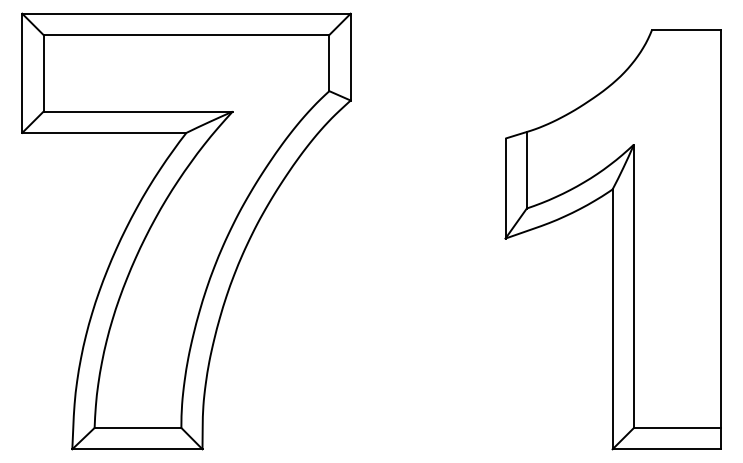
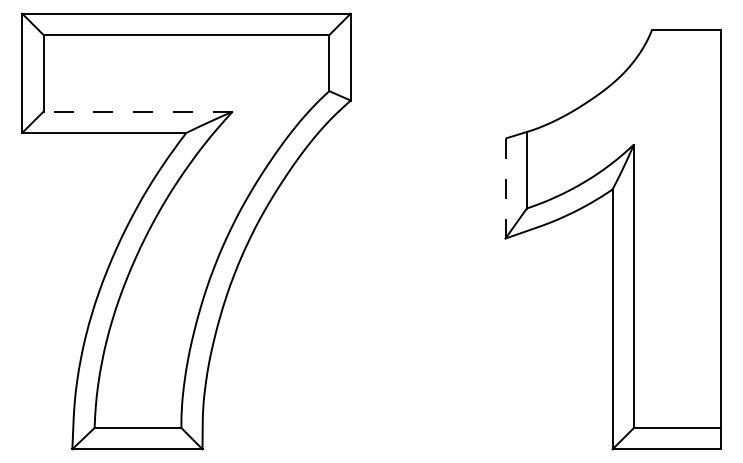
line at (138, 111): solid -> dashed
line at (505, 188): solid -> dashed
